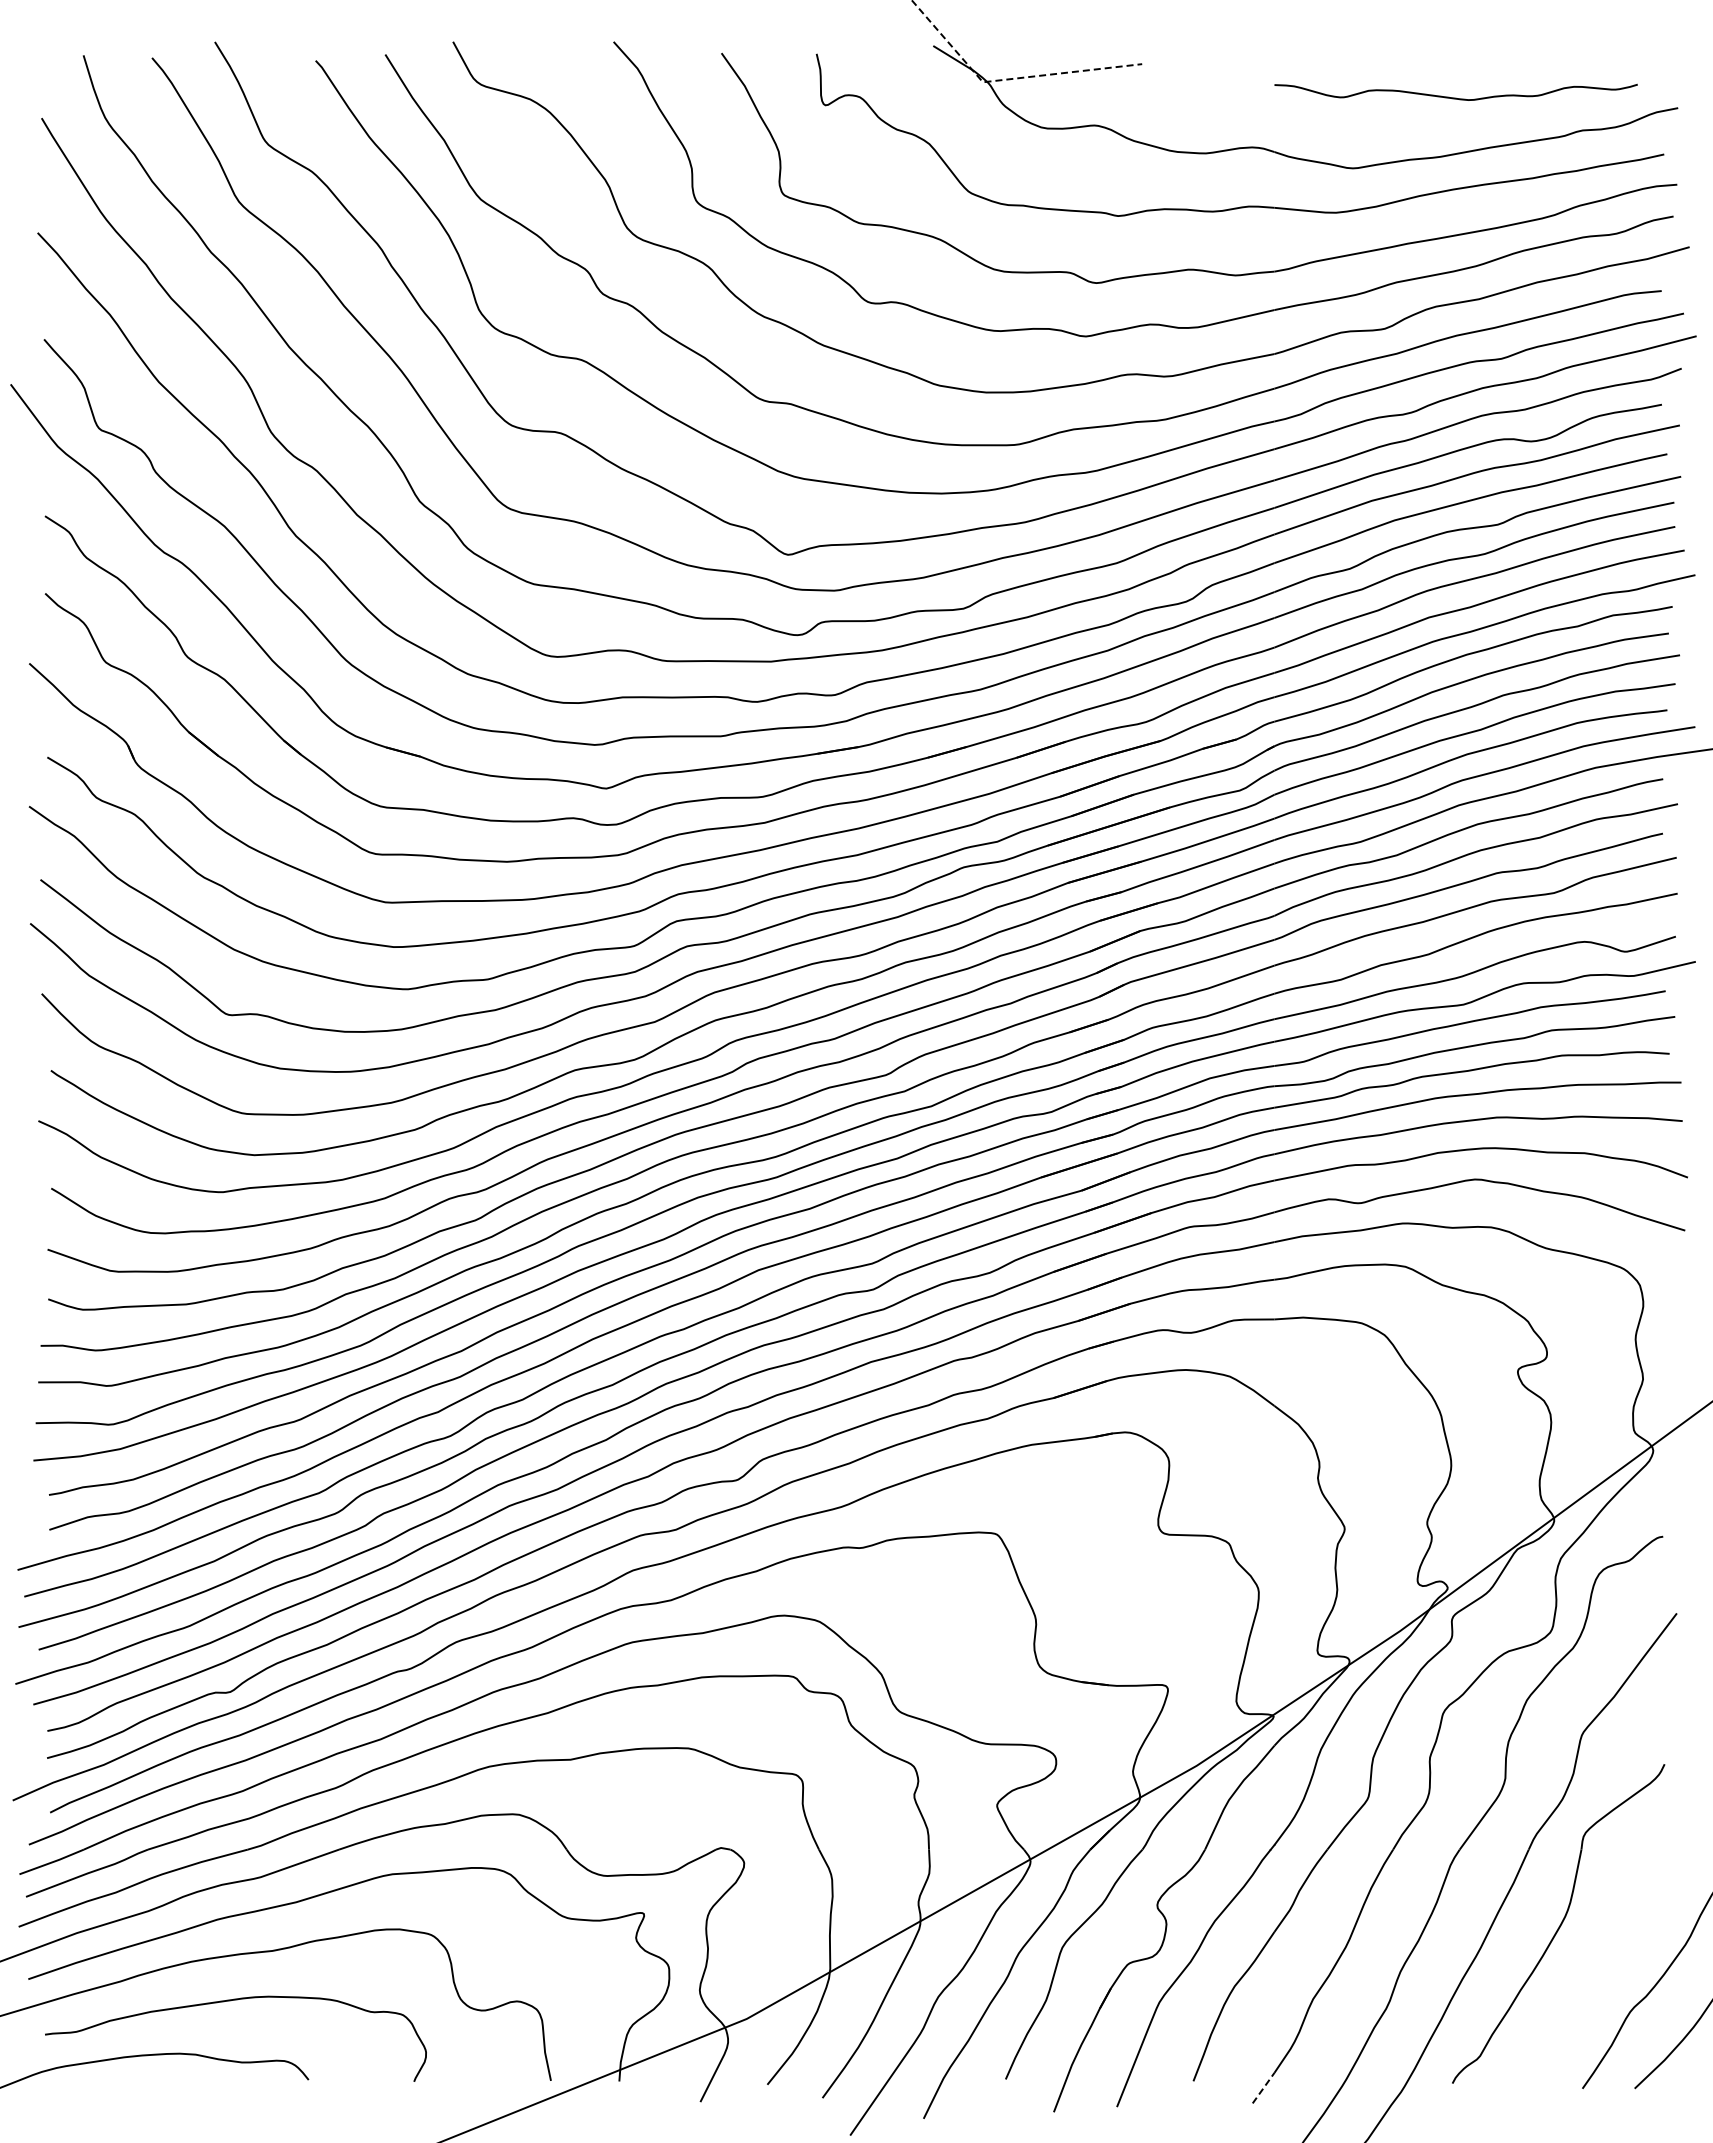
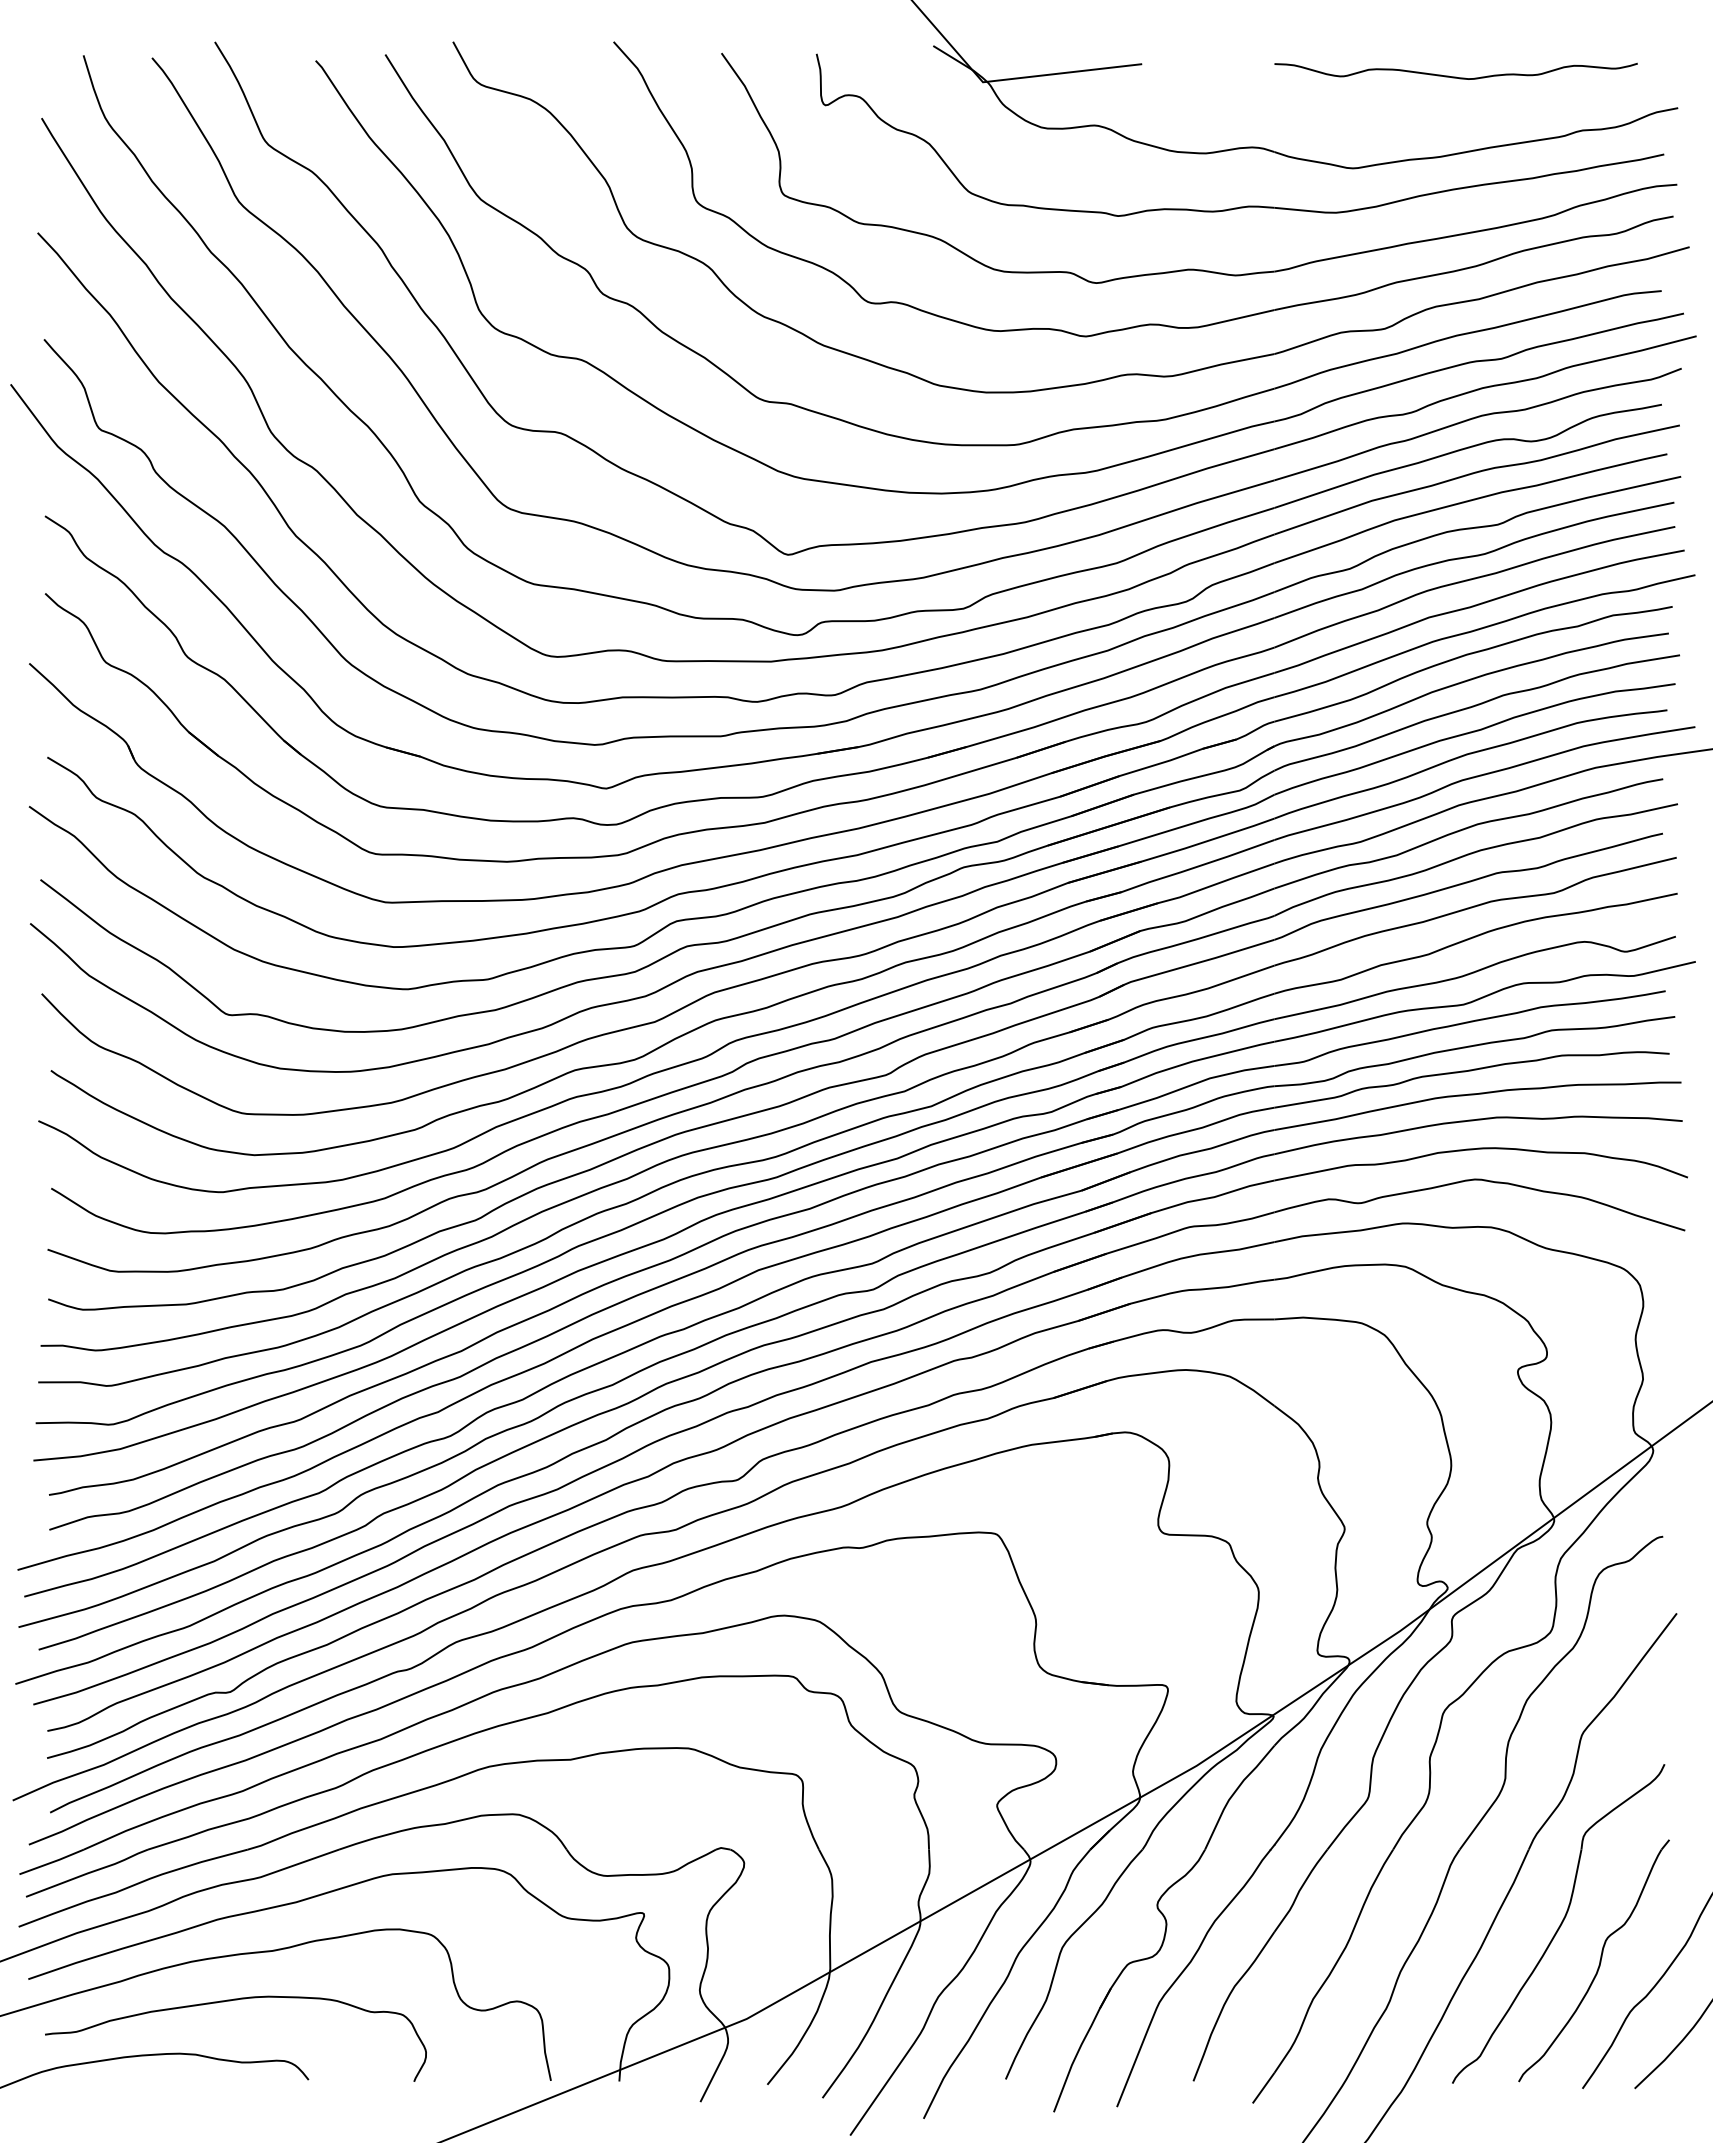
line at (1008, 79): dashed -> solid
curve at (1455, 97) position: (1455, 97) -> (1455, 76)
part at (1593, 1960): none -> present
line at (1263, 2088): dashed -> solid
